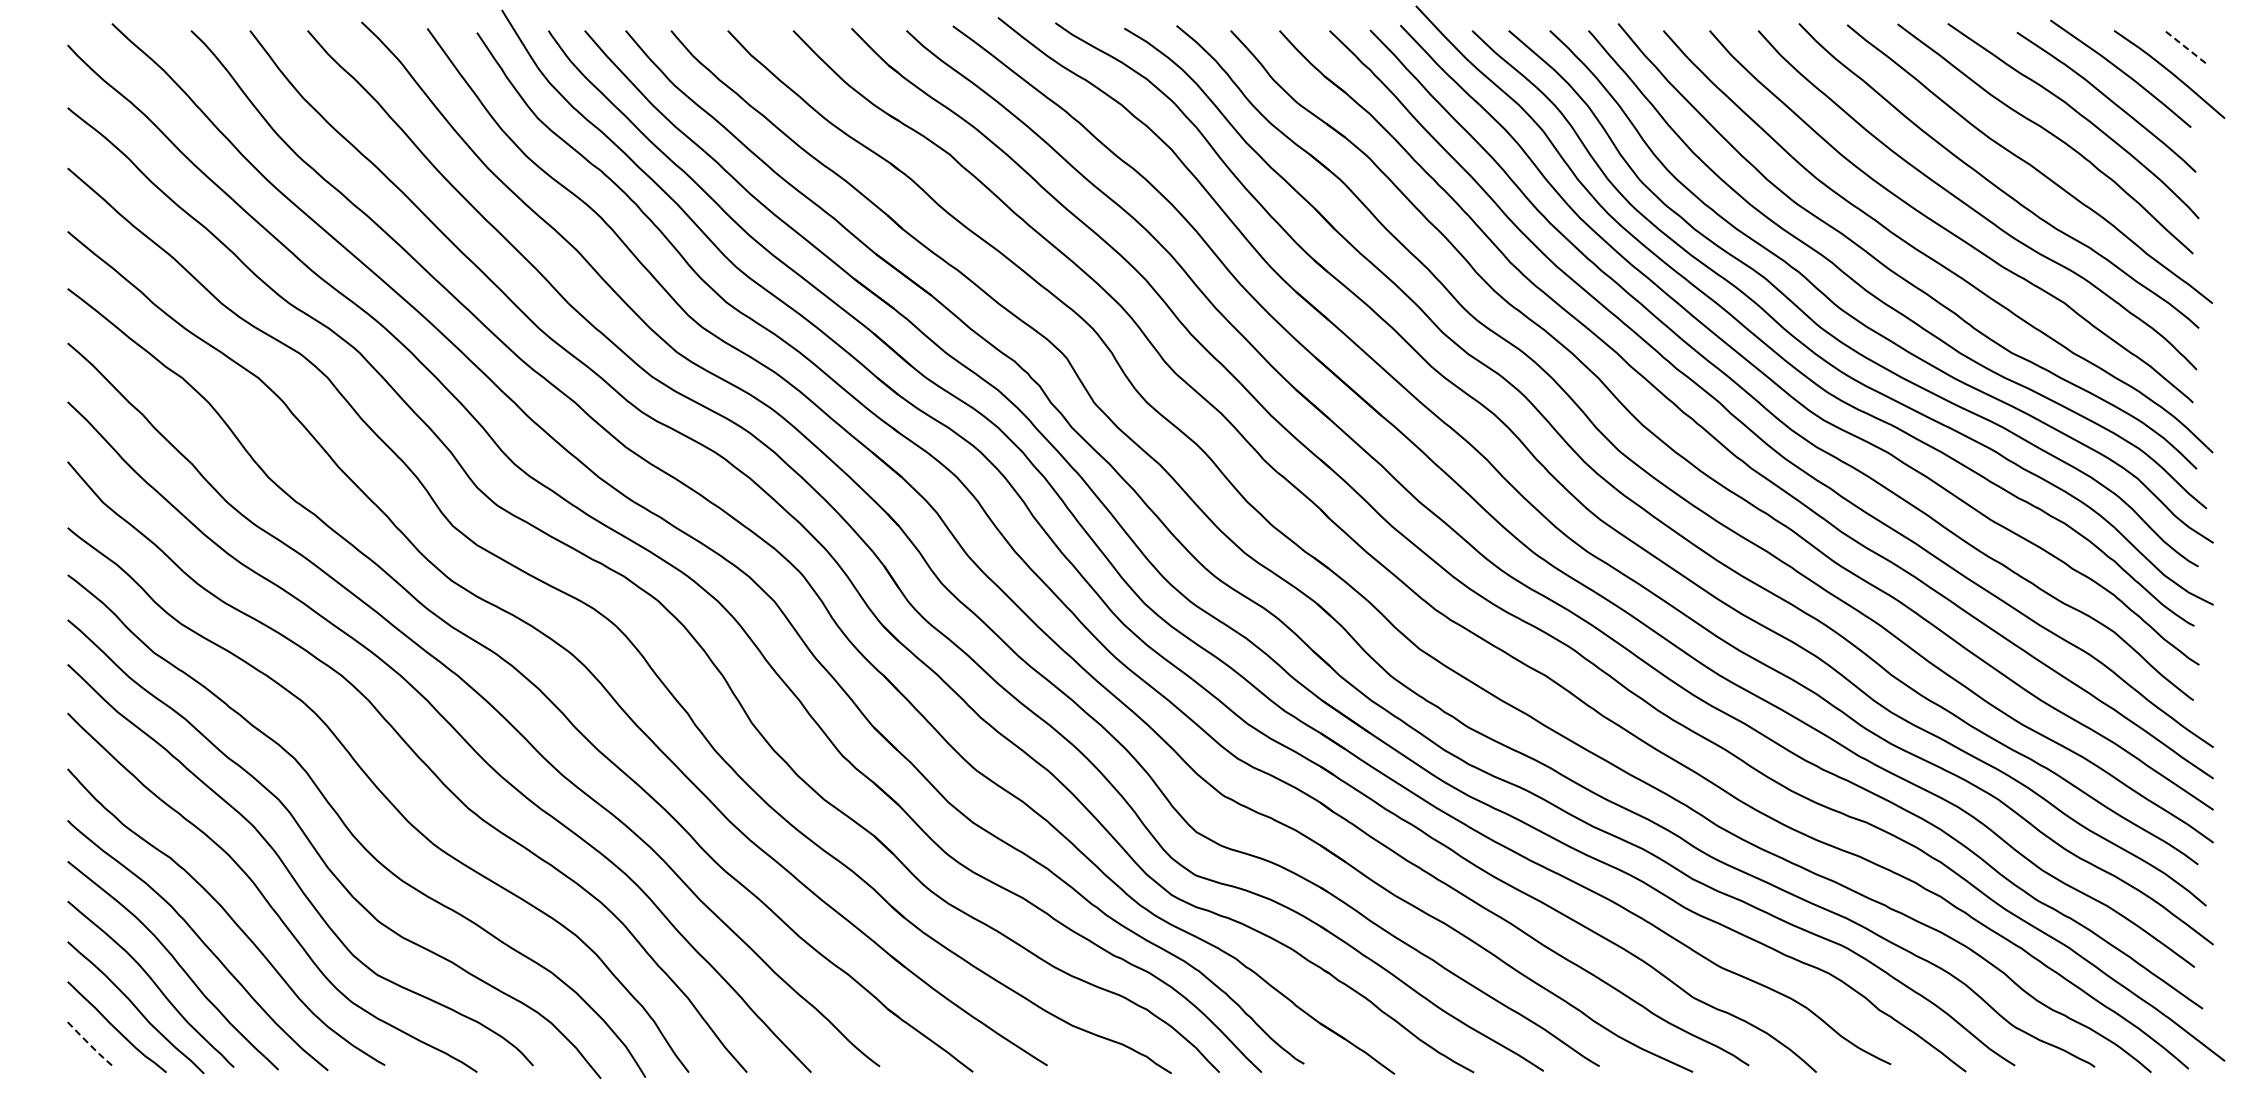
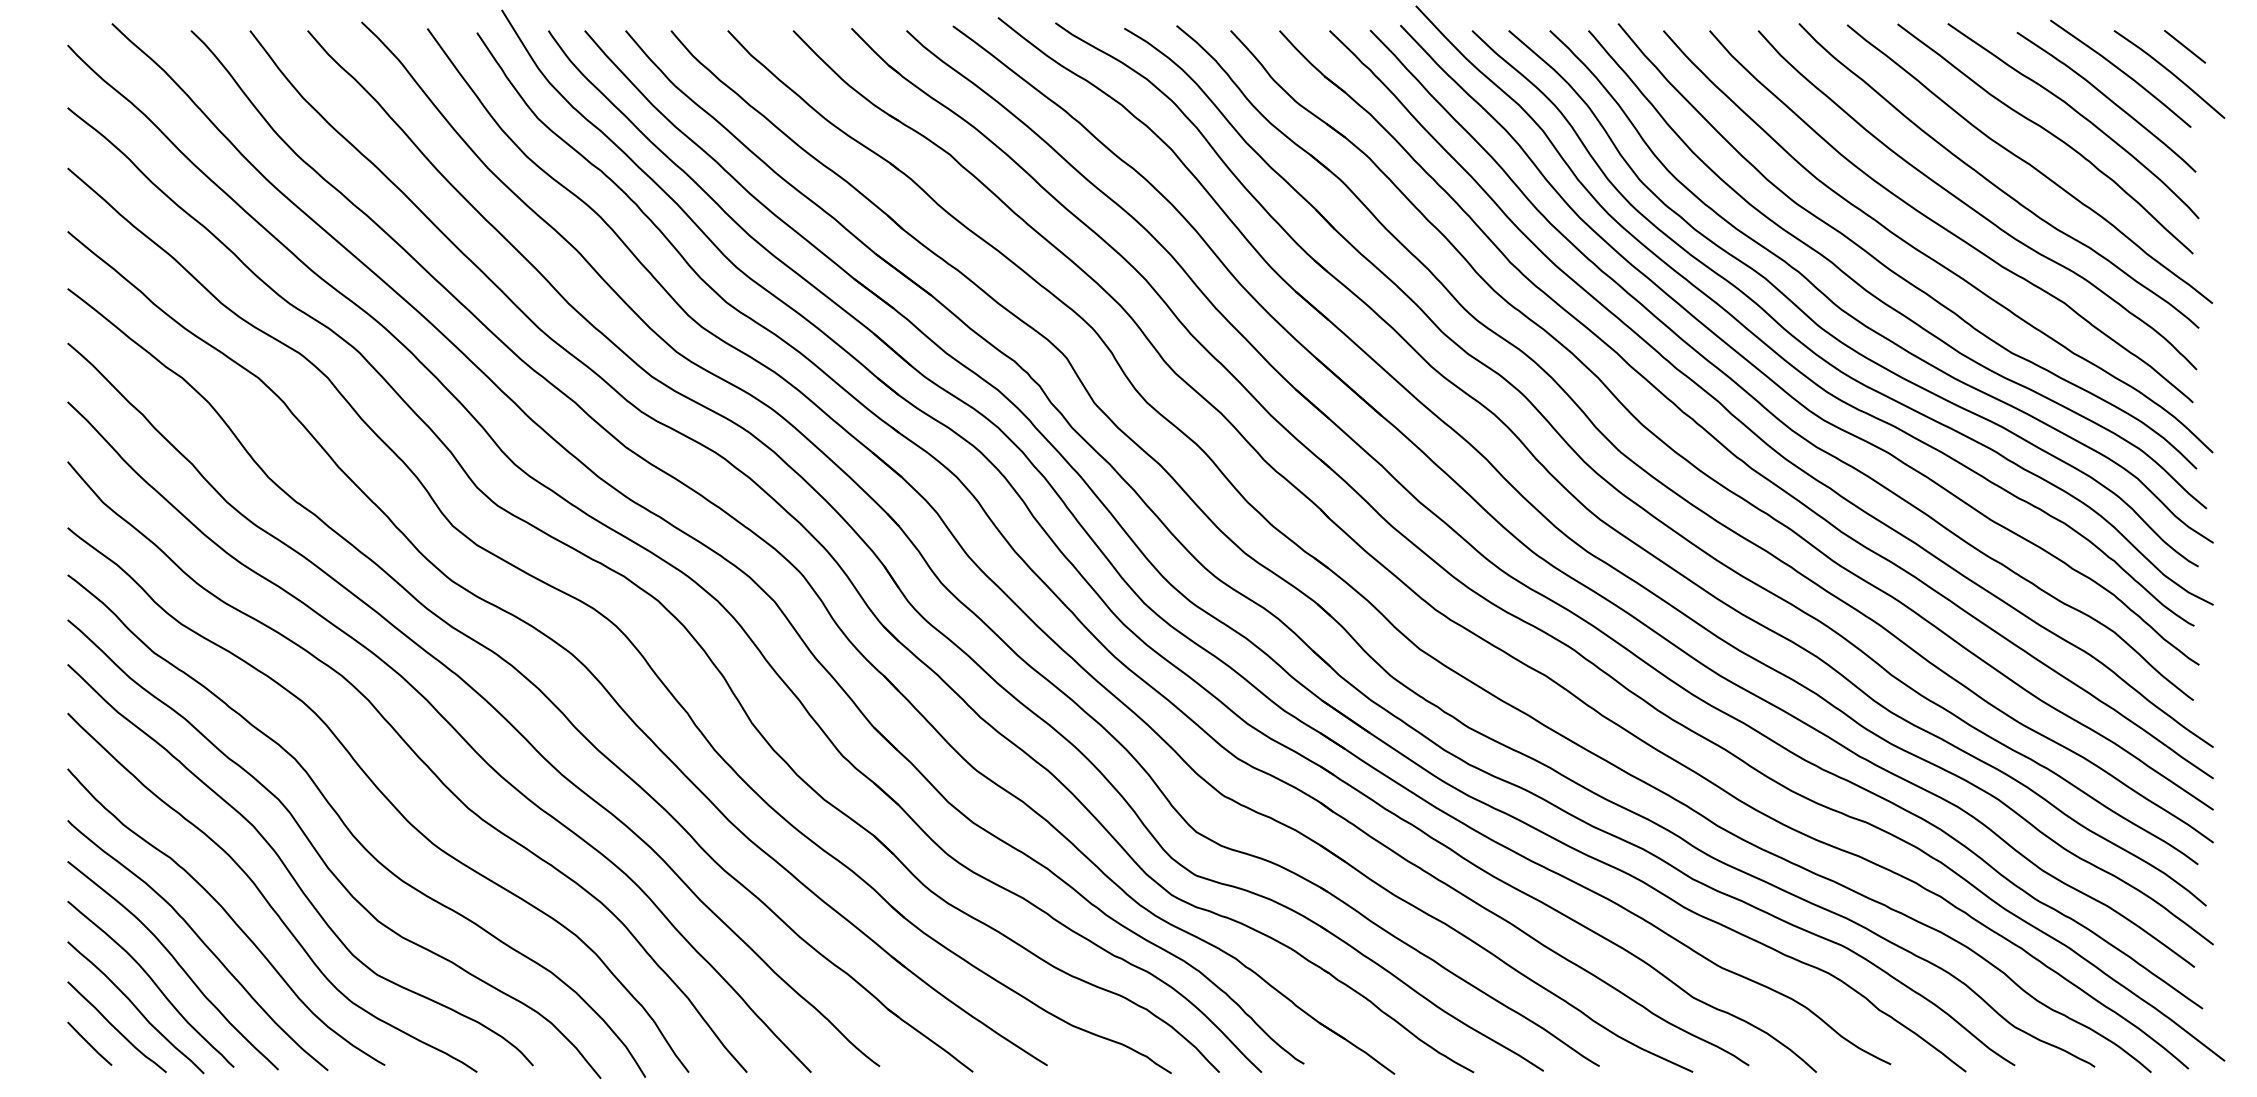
line at (2184, 46): dashed -> solid
line at (89, 1044): dashed -> solid
